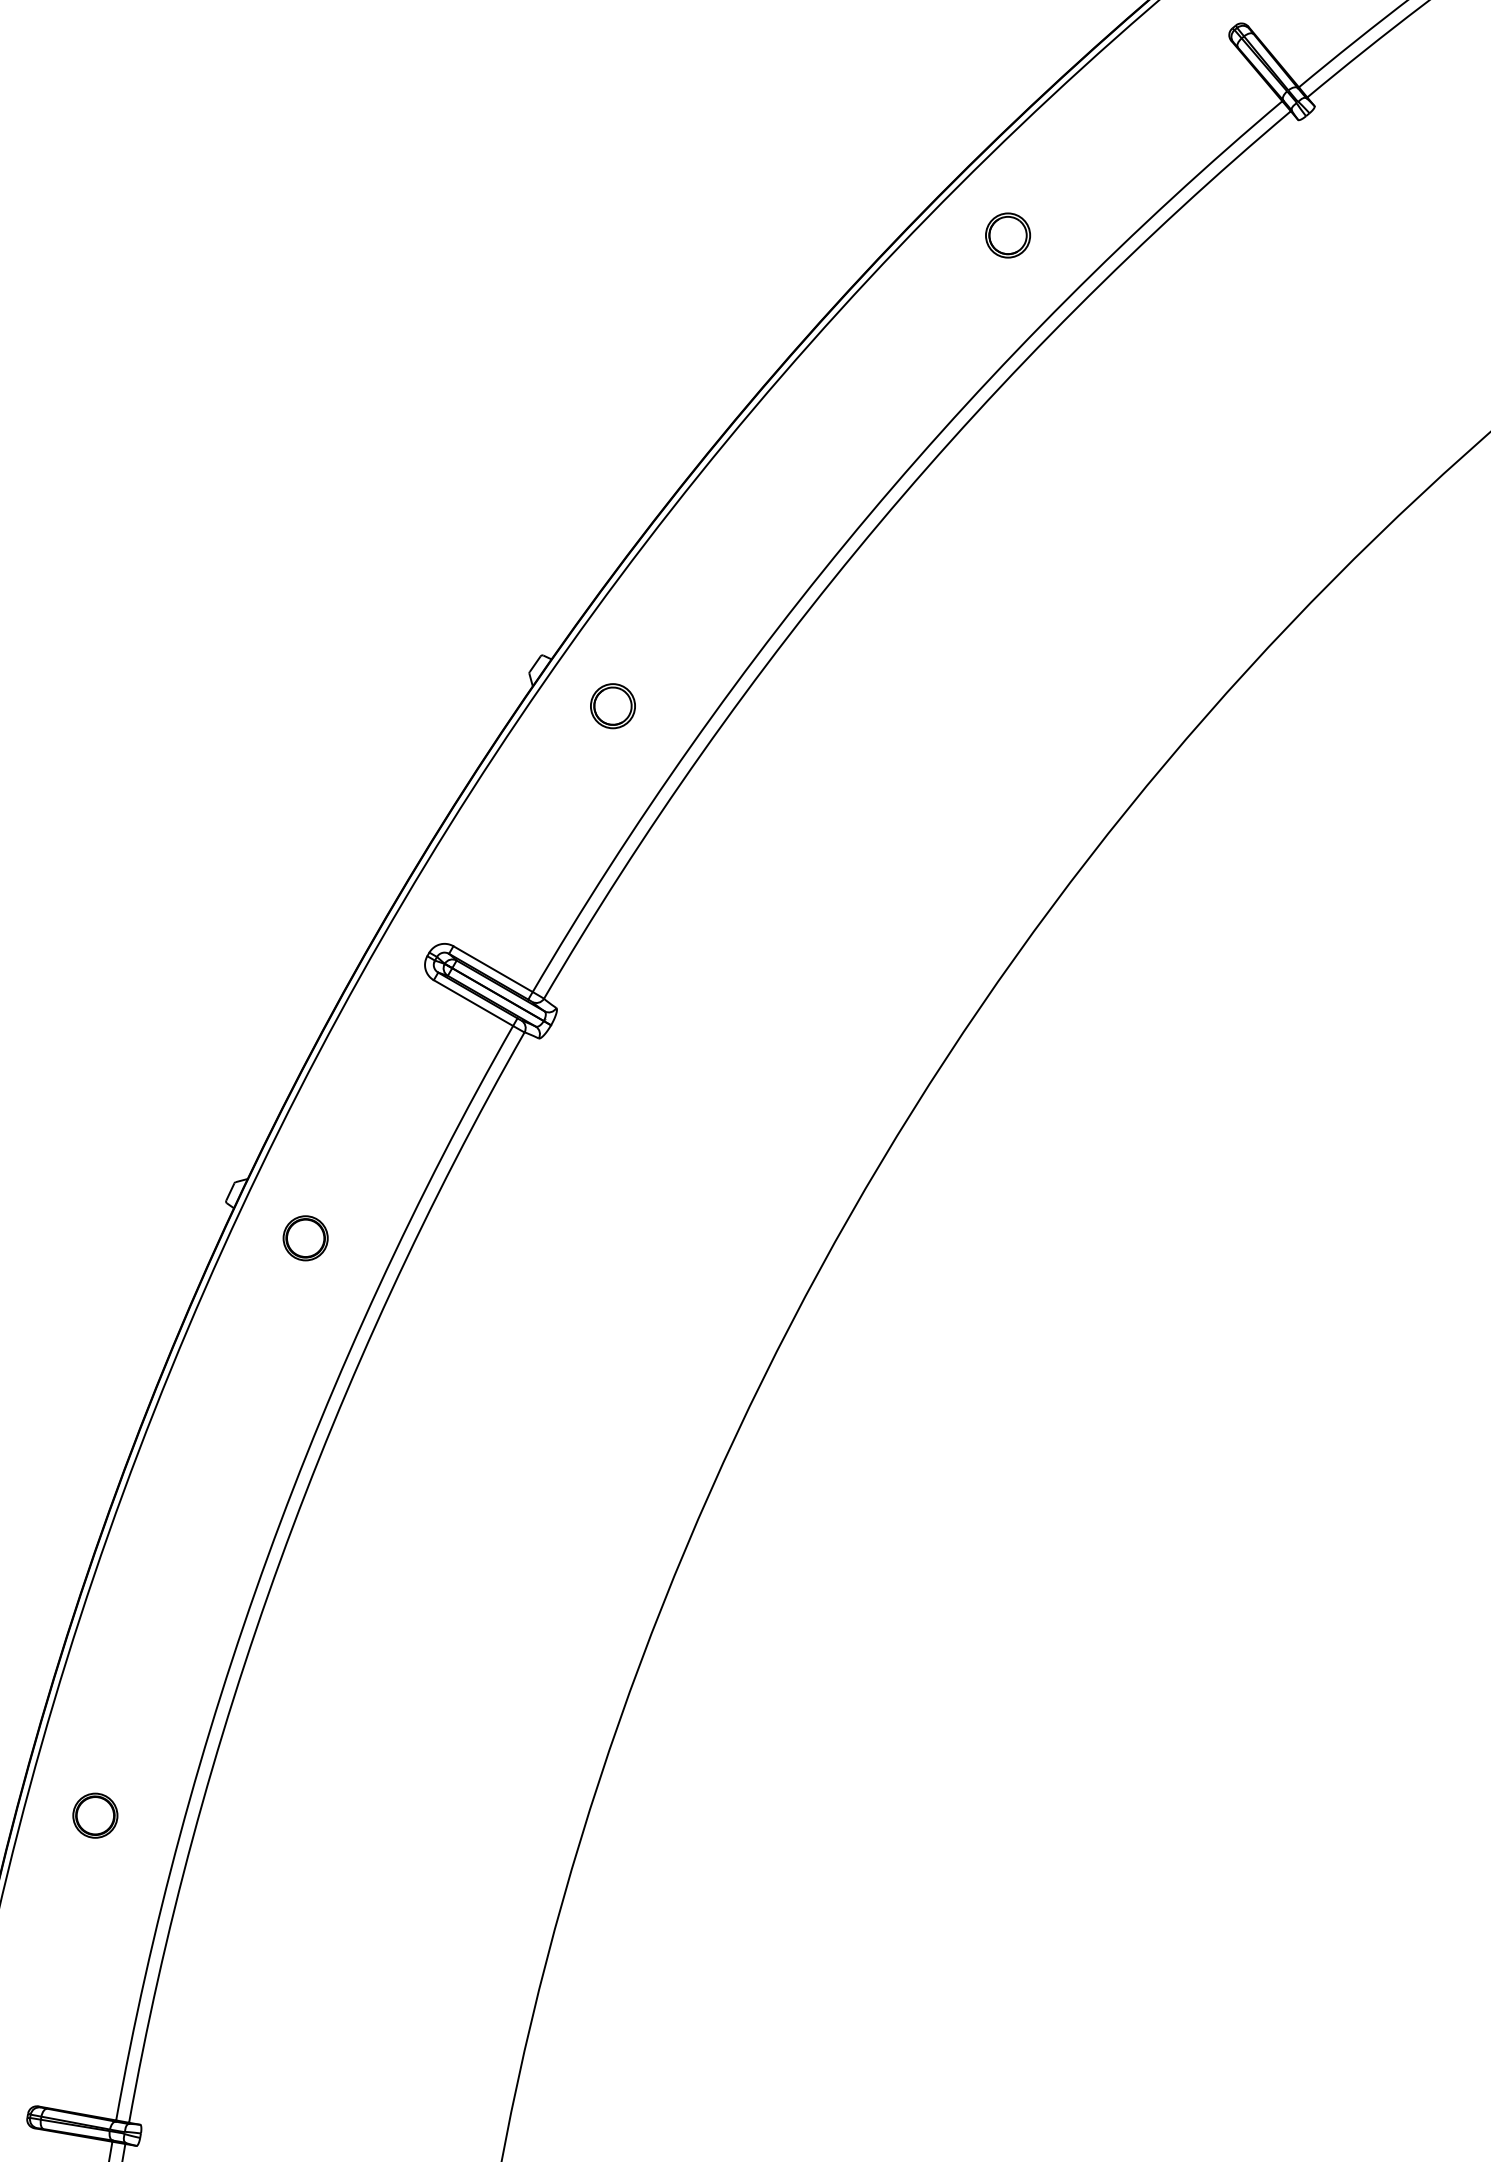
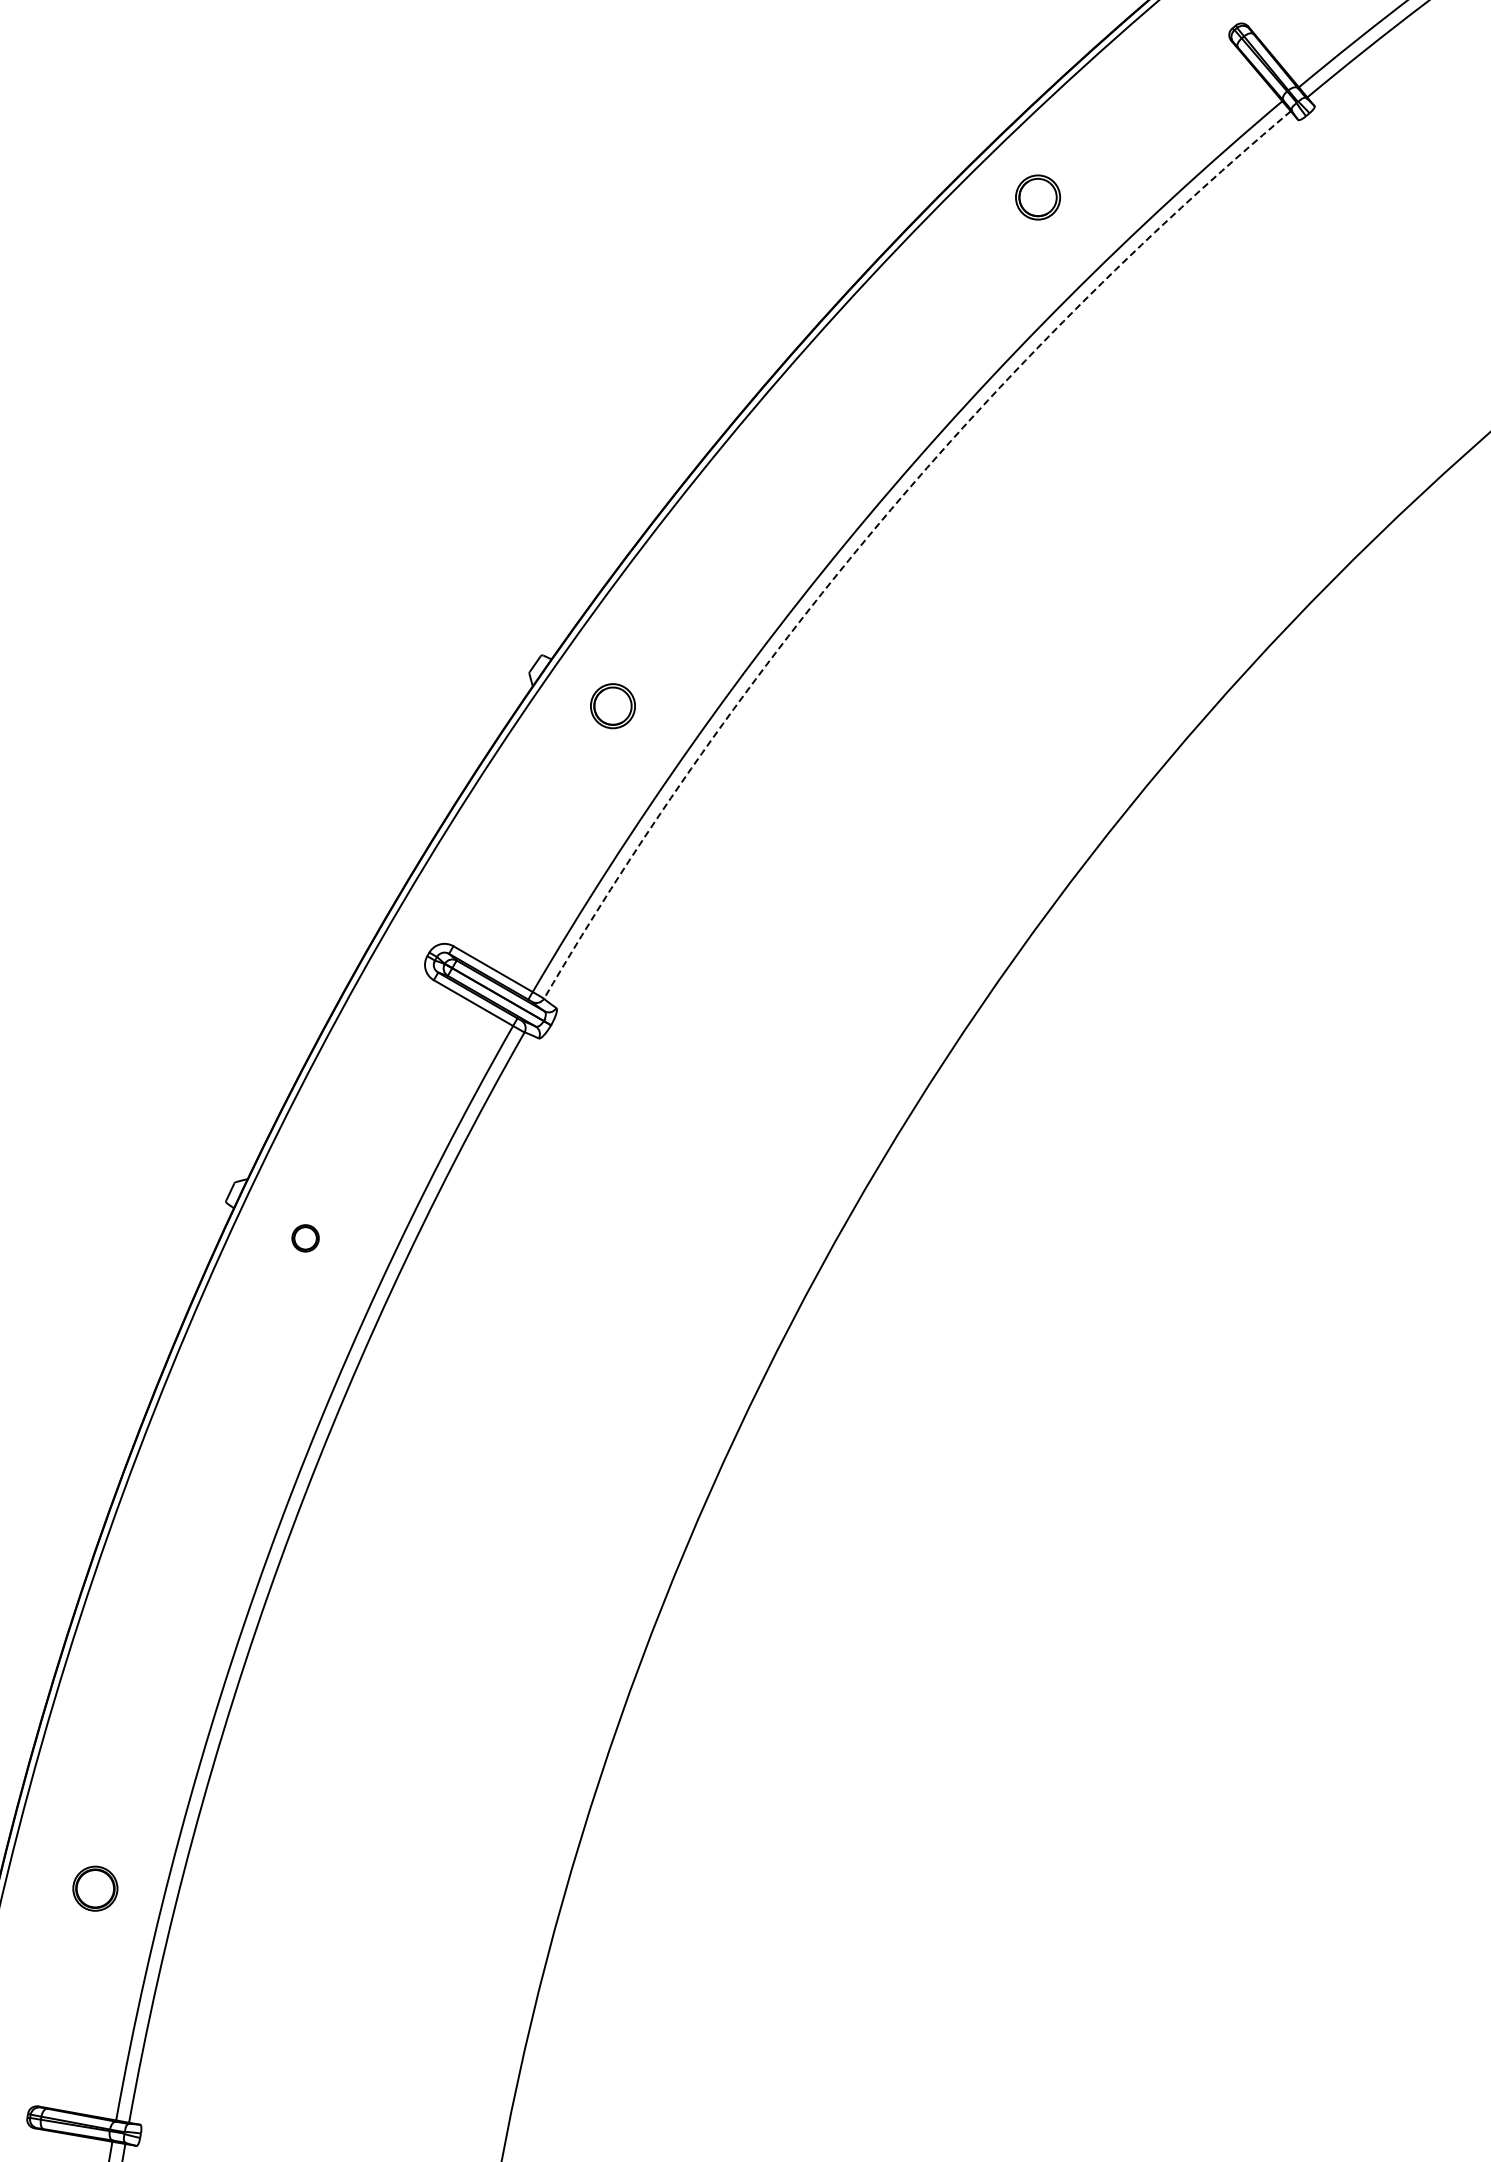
part at (1008, 235) position: (1008, 235) -> (1038, 197)
arc at (879, 523): solid -> dashed
part at (305, 1238) size: 47x47 px -> 29x29 px
part at (95, 1815) position: (95, 1815) -> (95, 1888)
